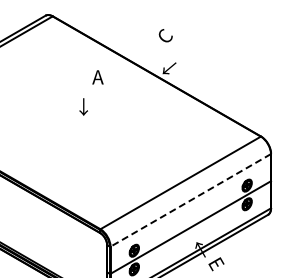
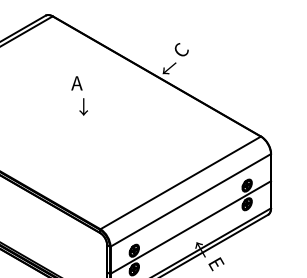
text at (165, 35) position: (165, 35) -> (181, 49)
text at (97, 77) position: (97, 77) -> (76, 83)
line at (190, 200): dashed -> solid
